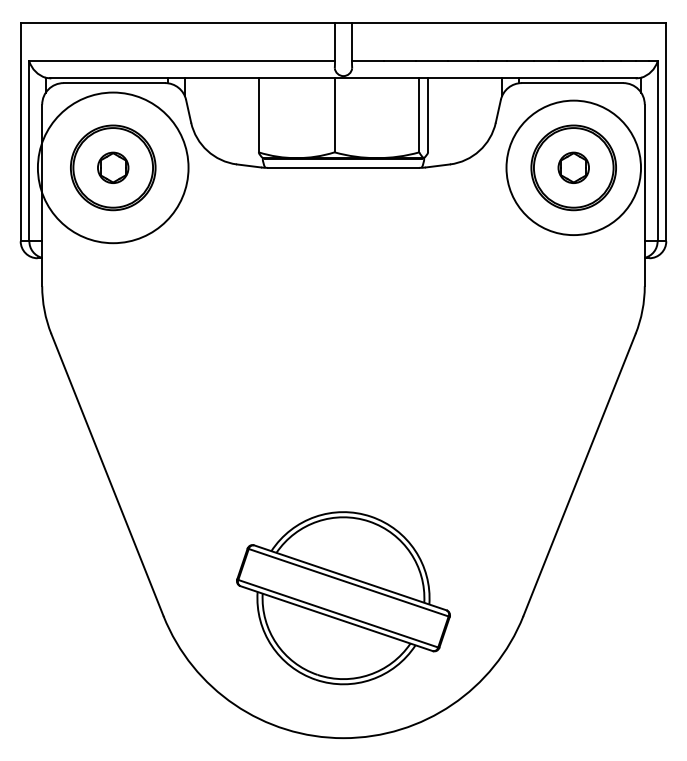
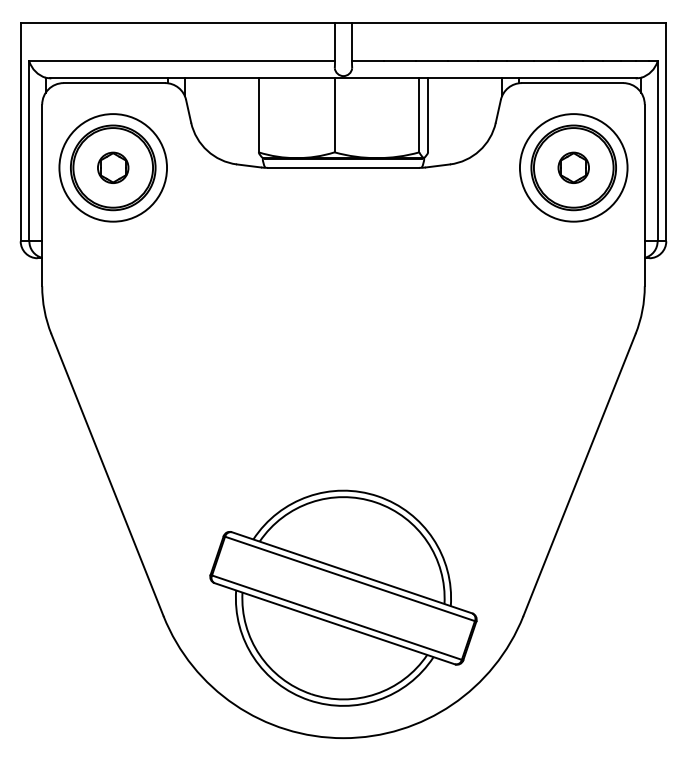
circle at (112, 167) diameter: 151 px -> 108 px
circle at (573, 167) diameter: 134 px -> 108 px
part at (343, 598) size: 215x175 px -> 269x218 px
